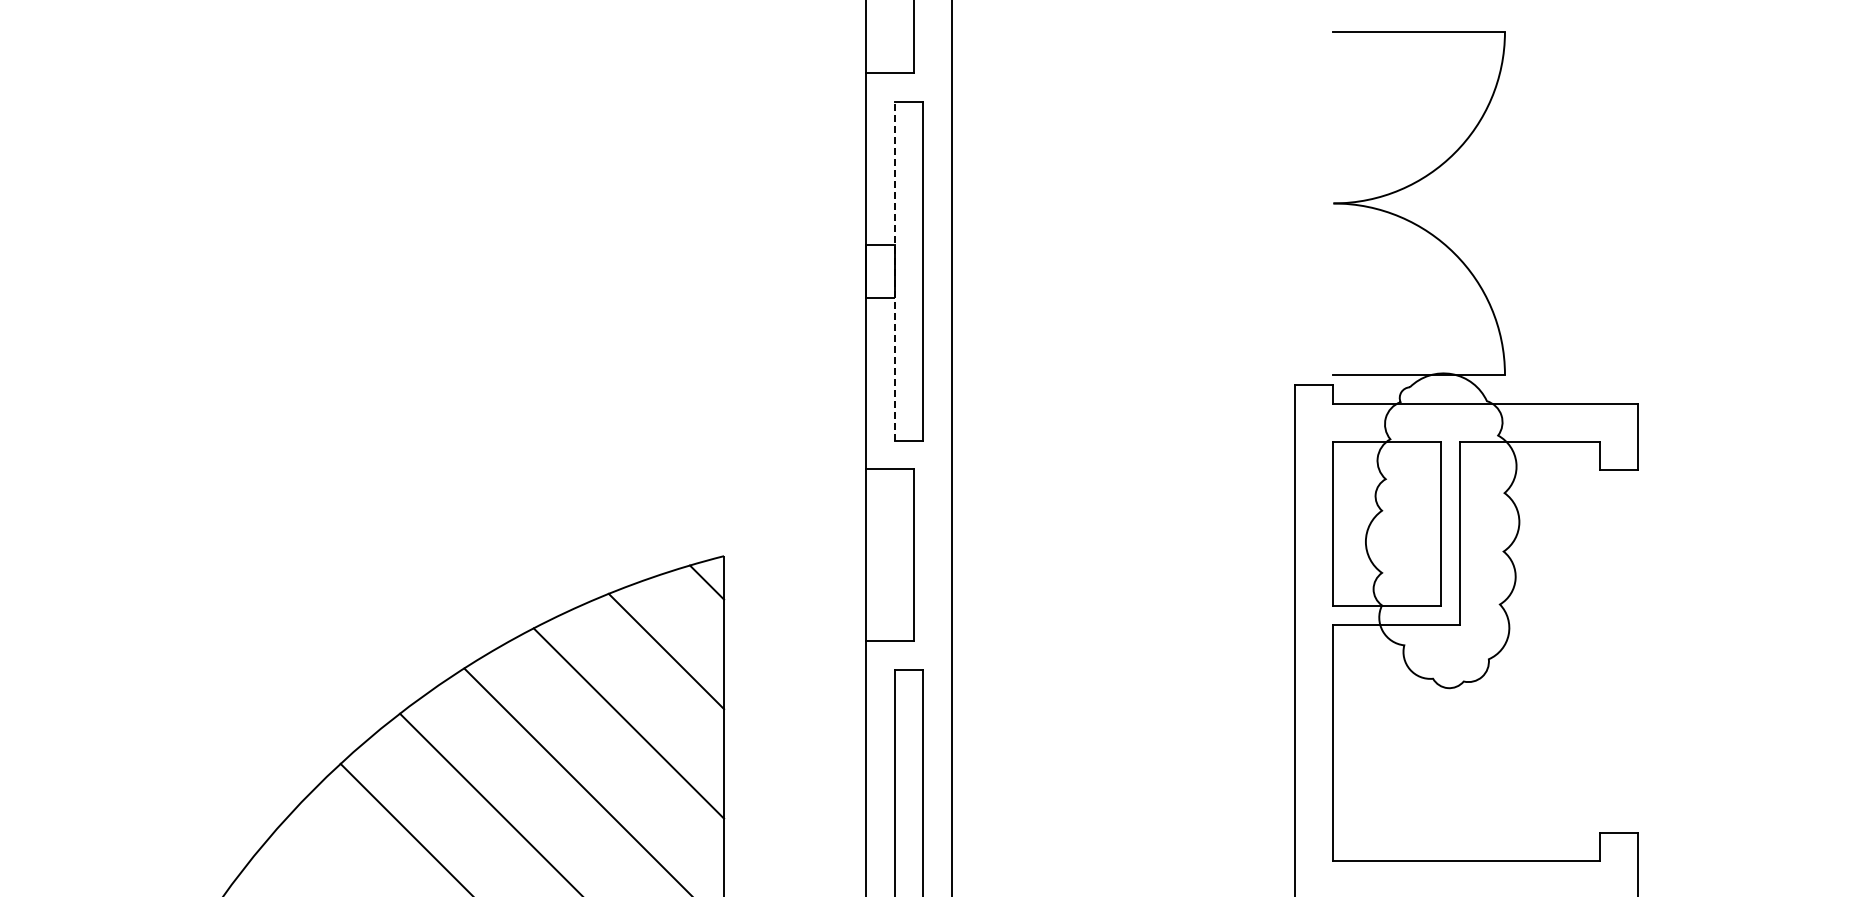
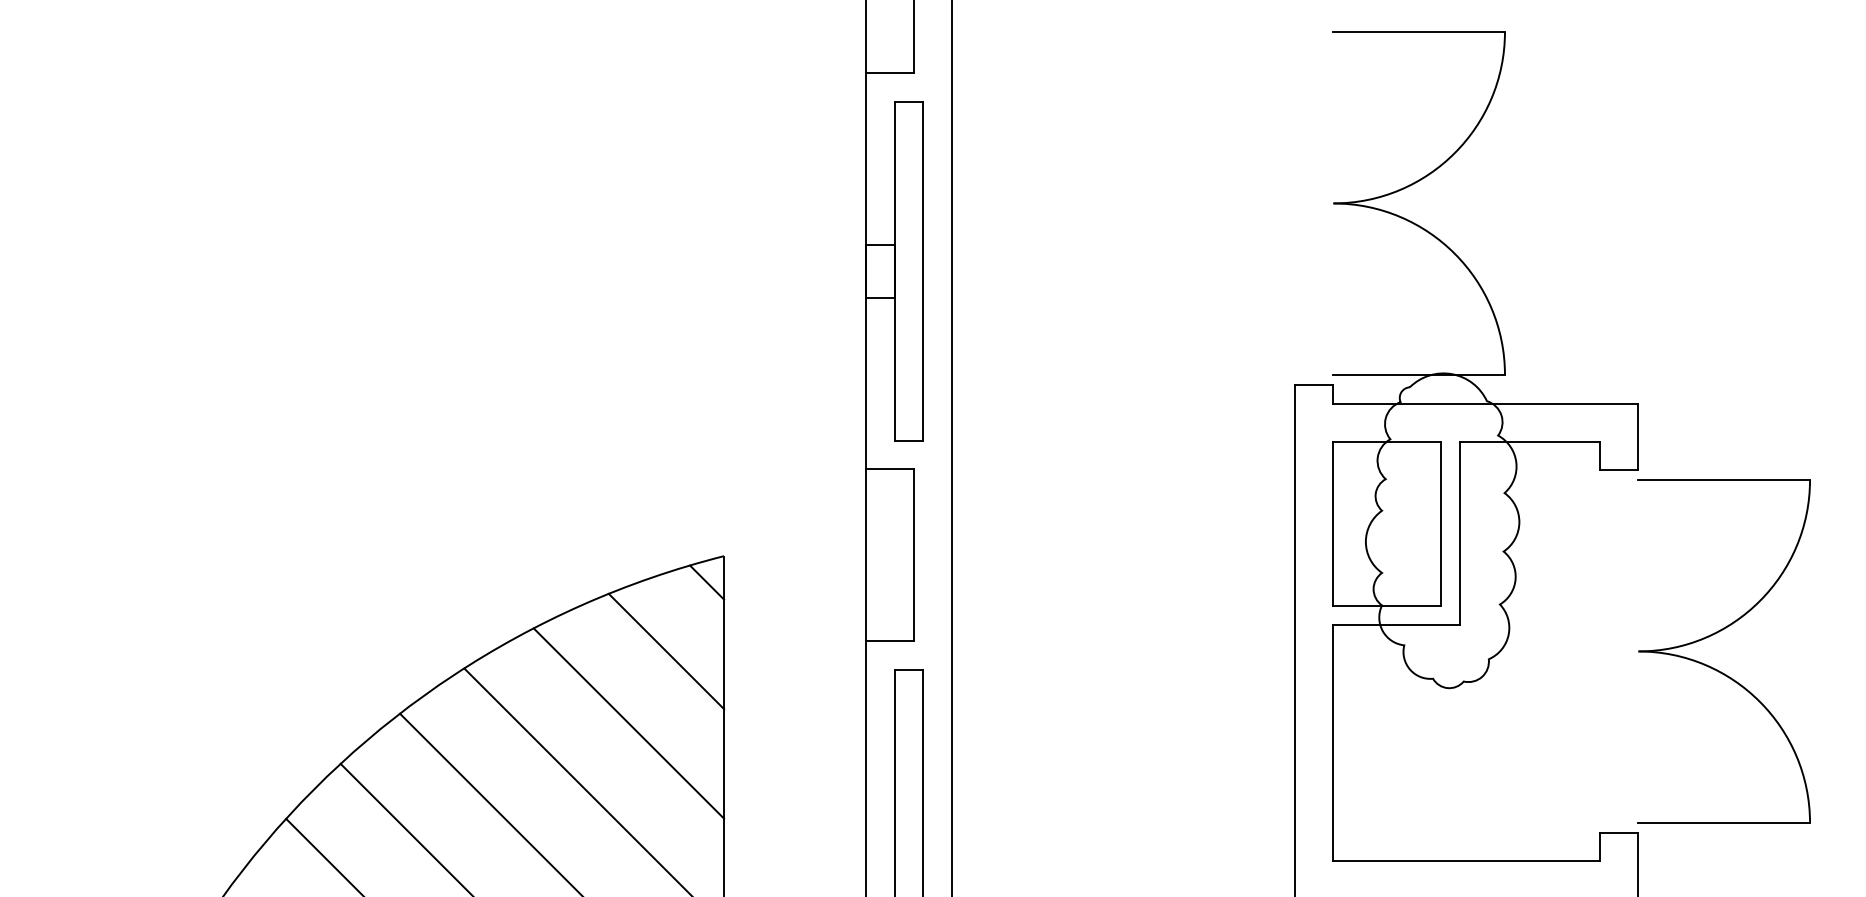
line at (894, 271): dashed -> solid
part at (1715, 634): none -> present
line at (323, 855): none -> present
